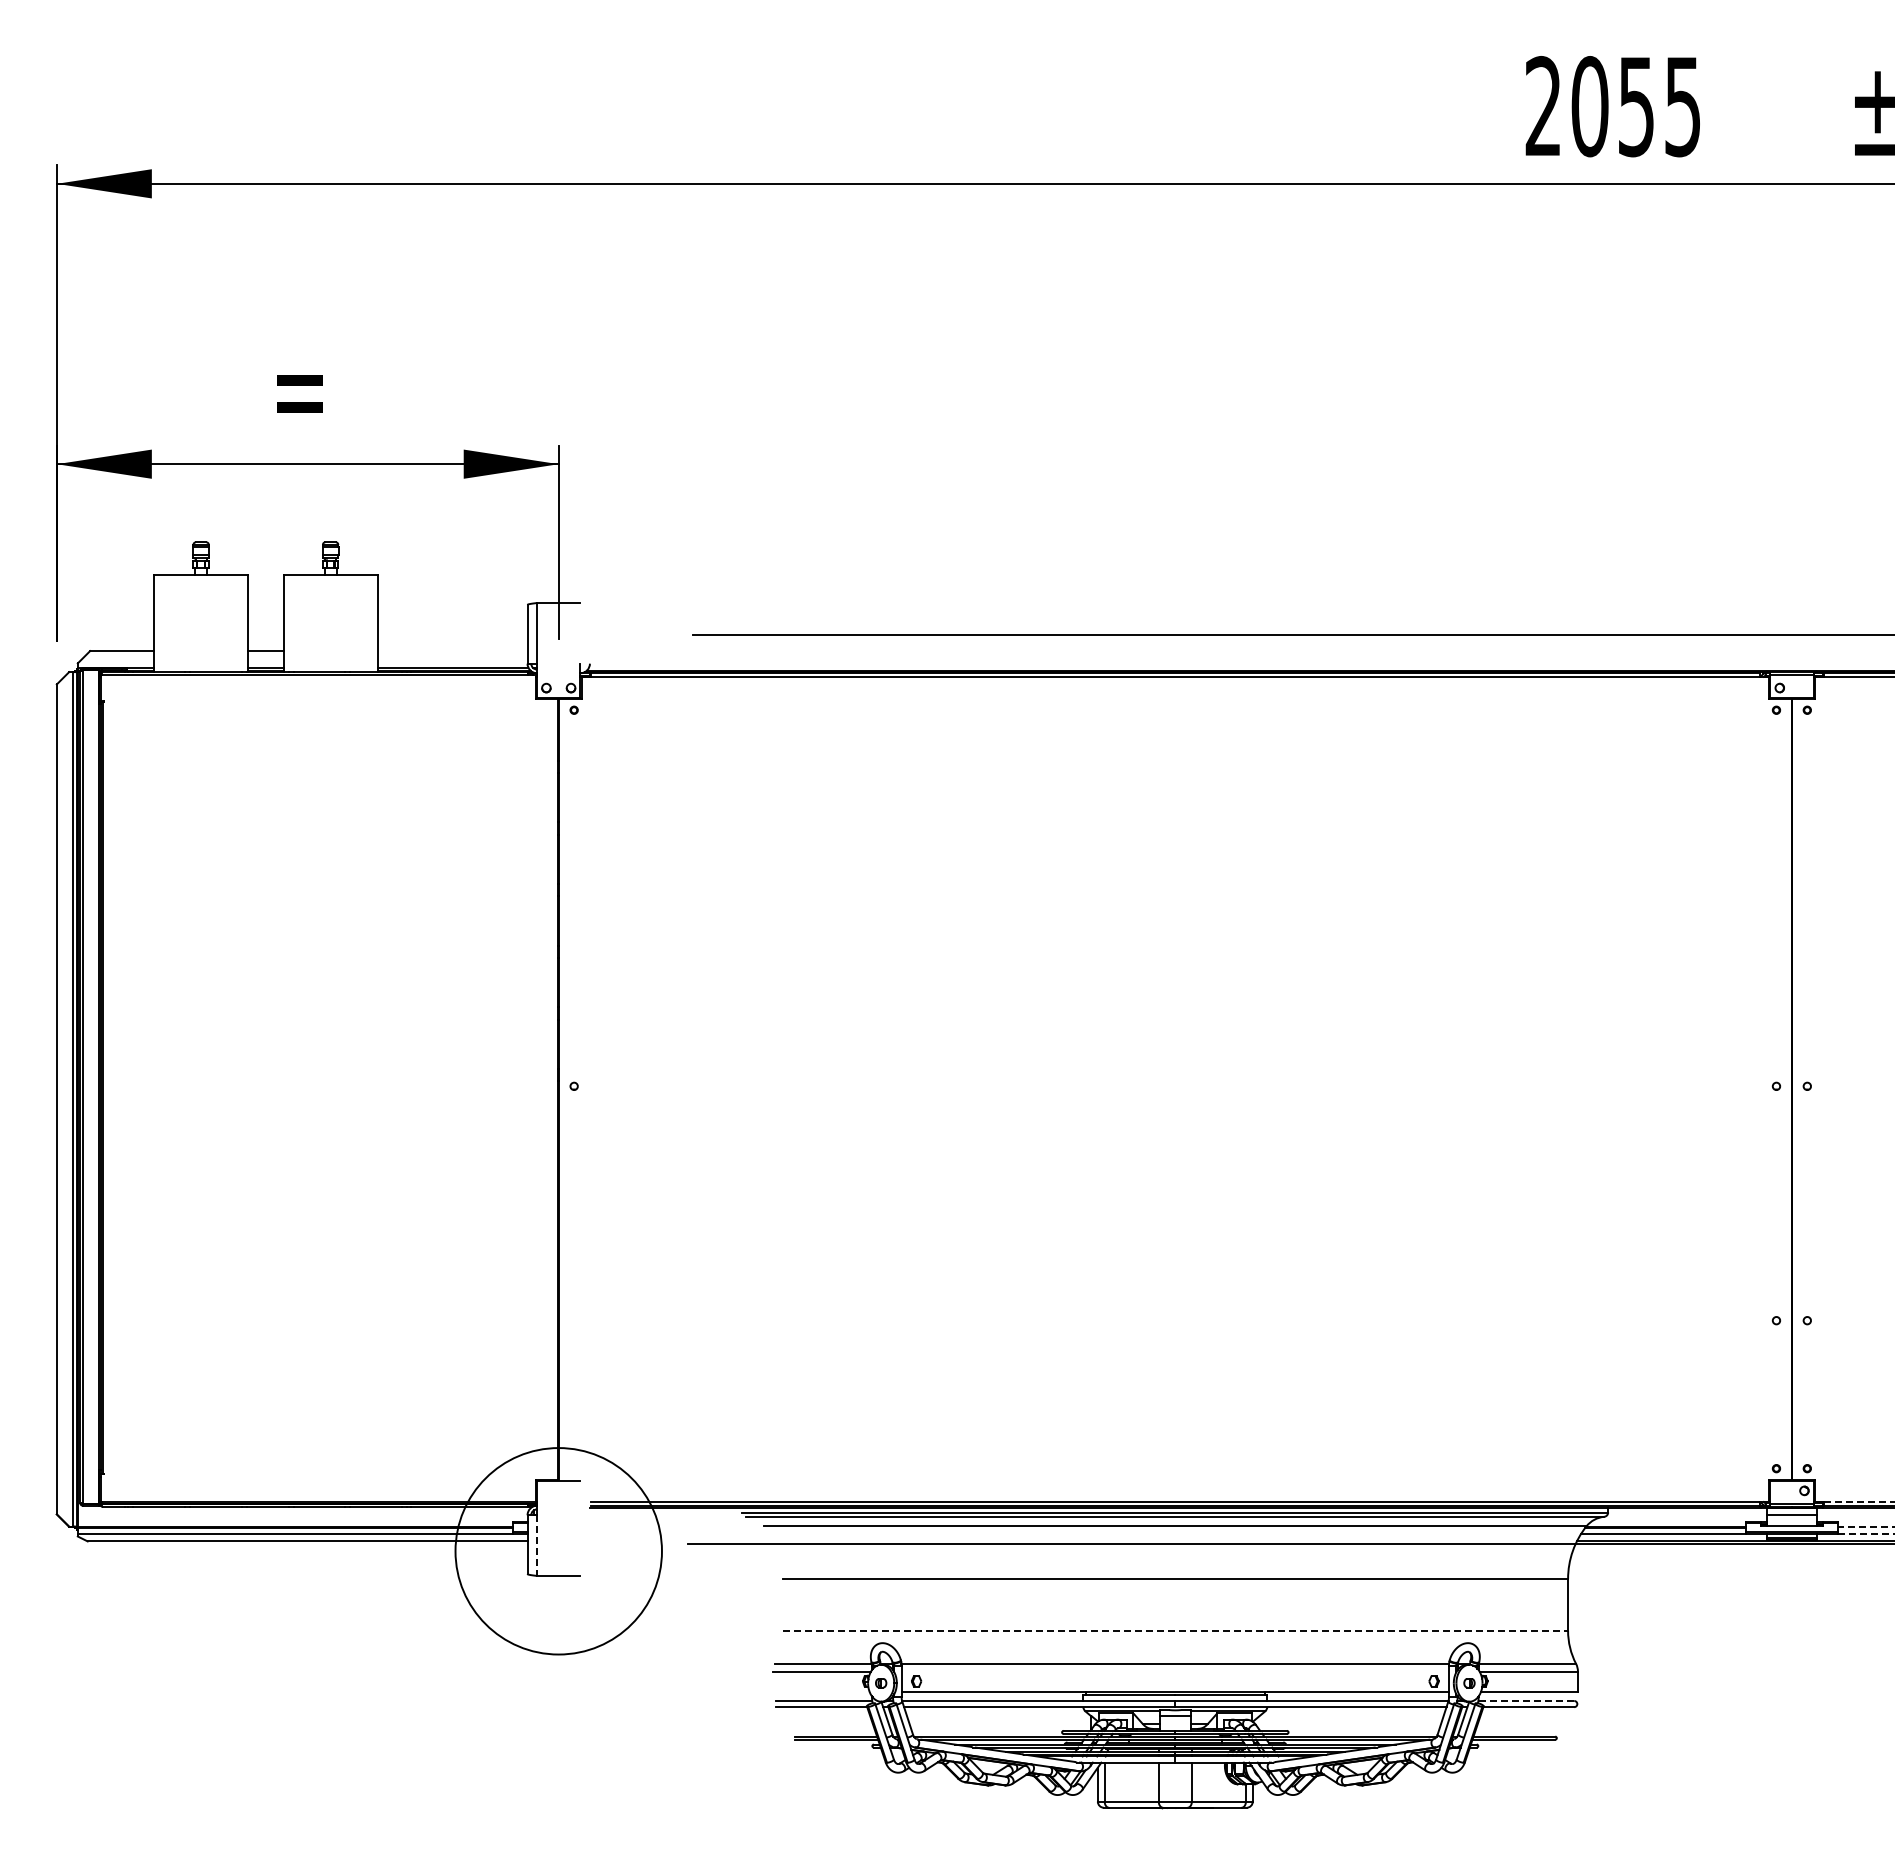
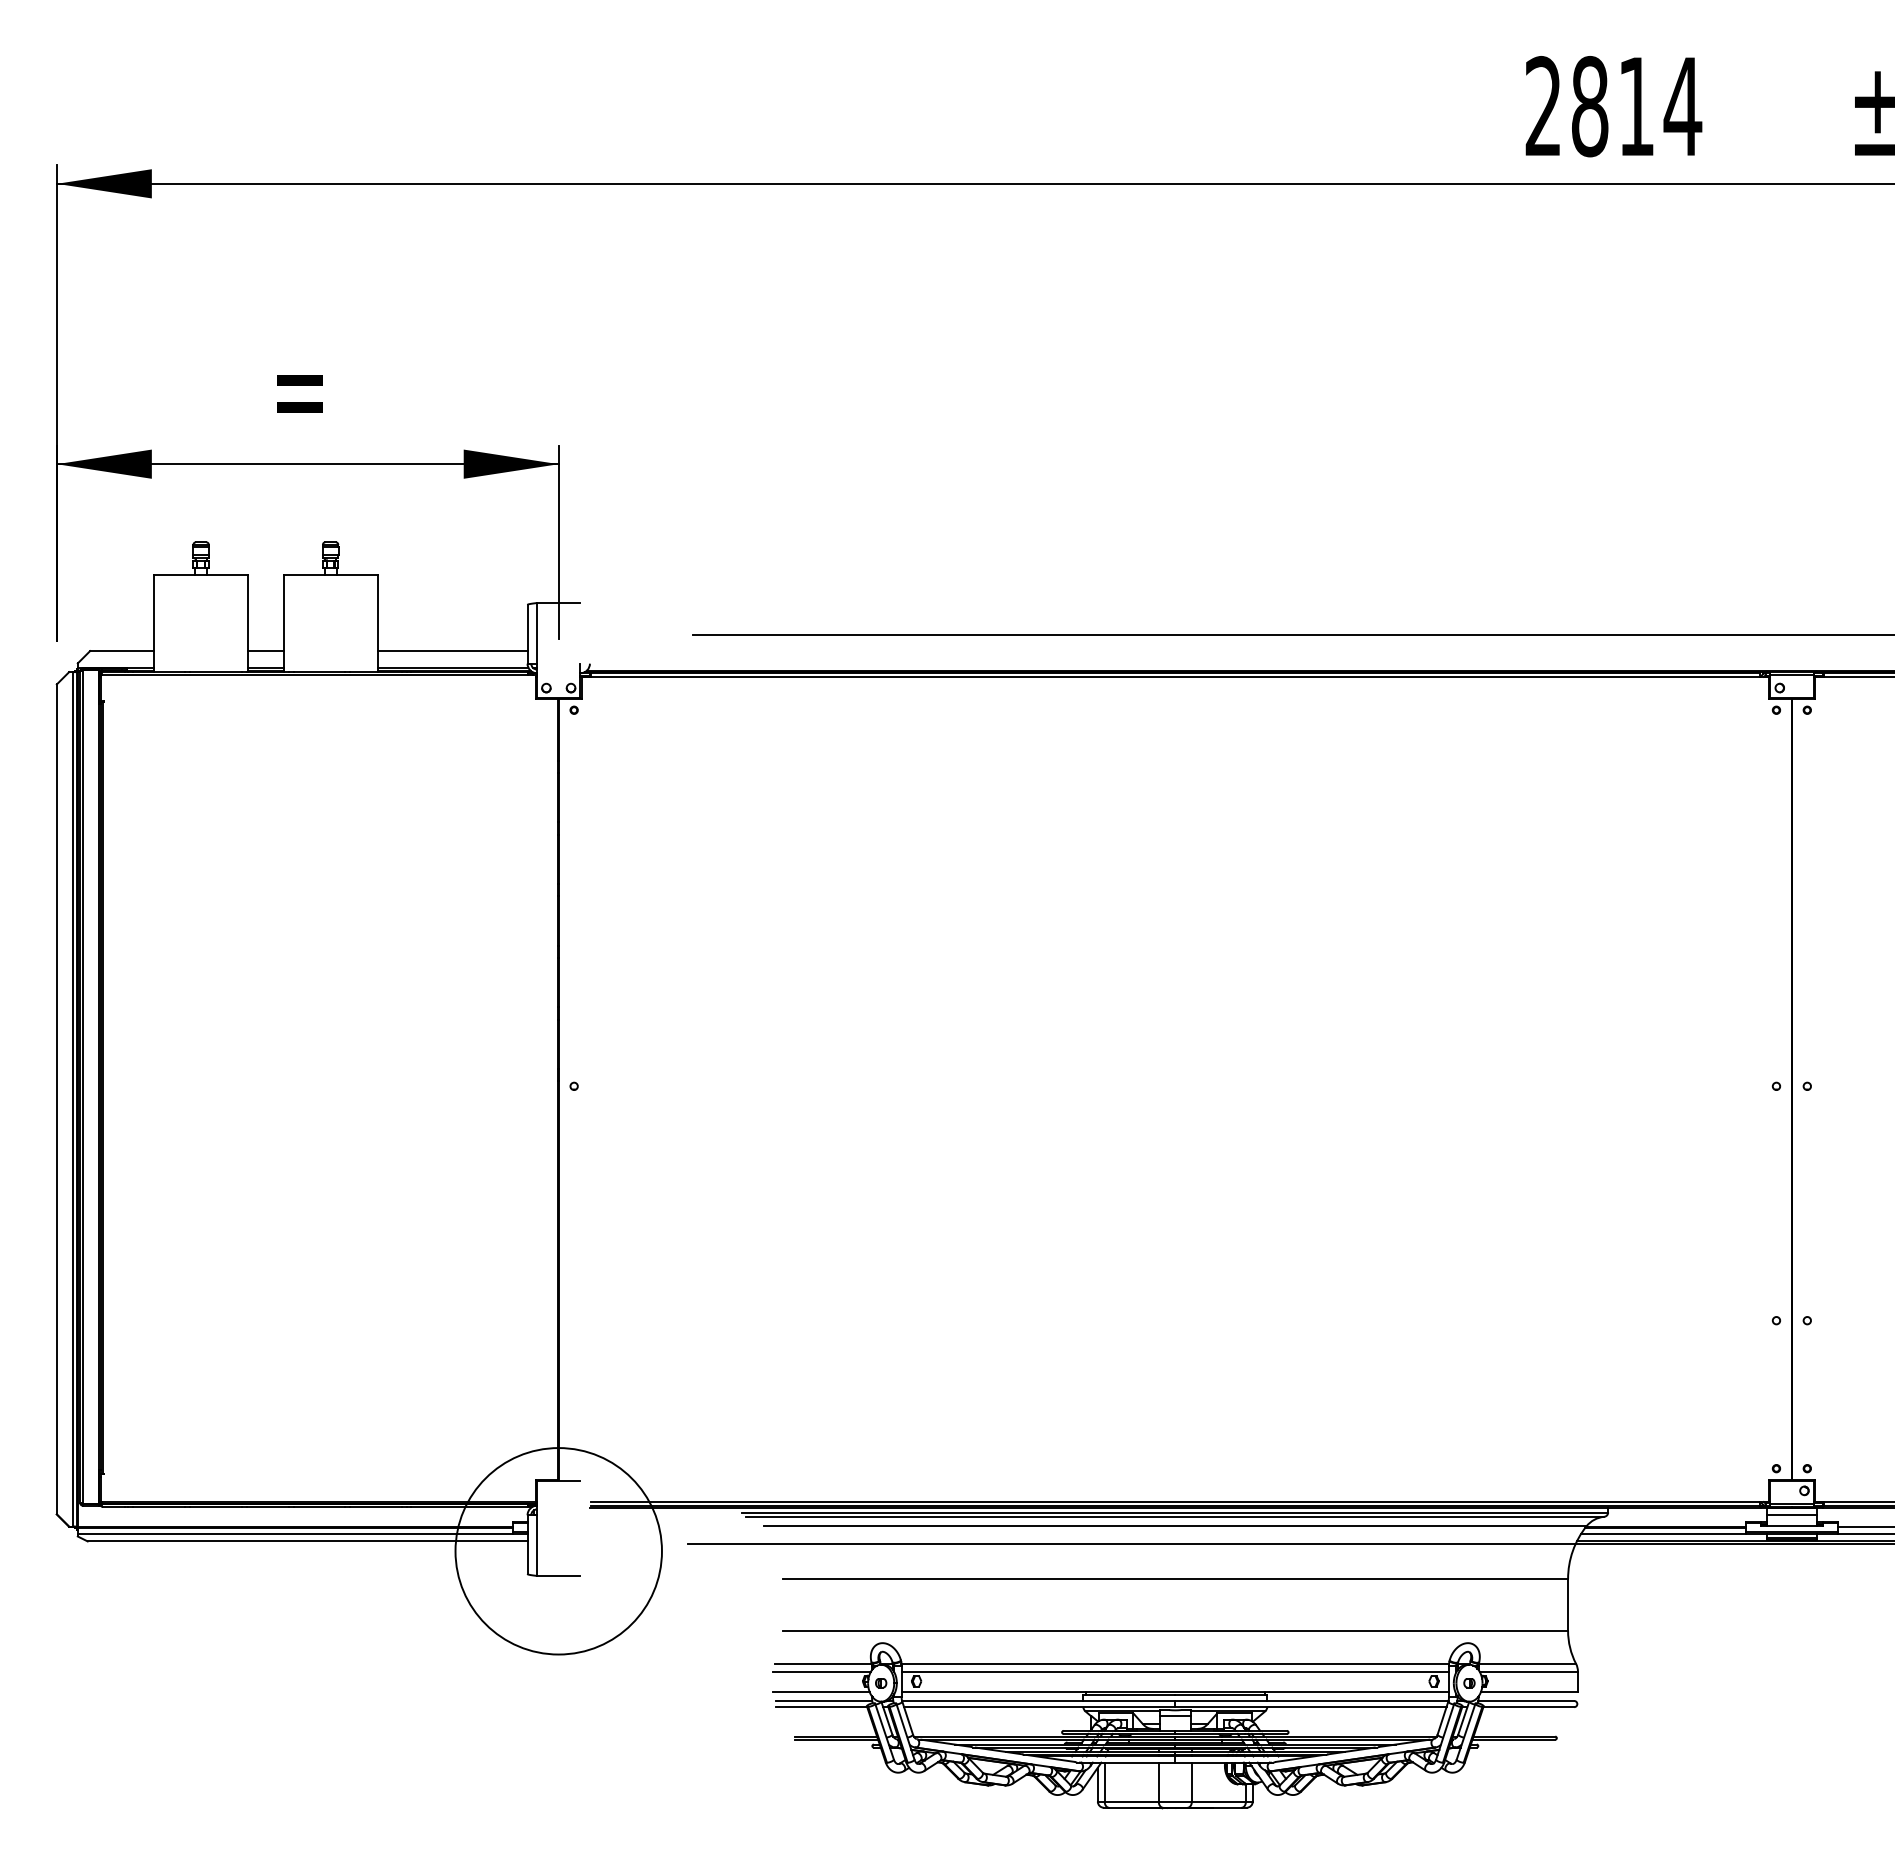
text at (1636, 106): 2055 -> 2814
line at (452, 651): none -> present
line at (1859, 1501): dashed -> solid
line at (1866, 1526): dashed -> solid
line at (1867, 1533): dashed -> solid
line at (537, 1546): dashed -> solid
line at (1175, 1630): dashed -> solid
line at (1174, 1671): none -> present
line at (820, 1692): none -> present
line at (1526, 1700): dashed -> solid
